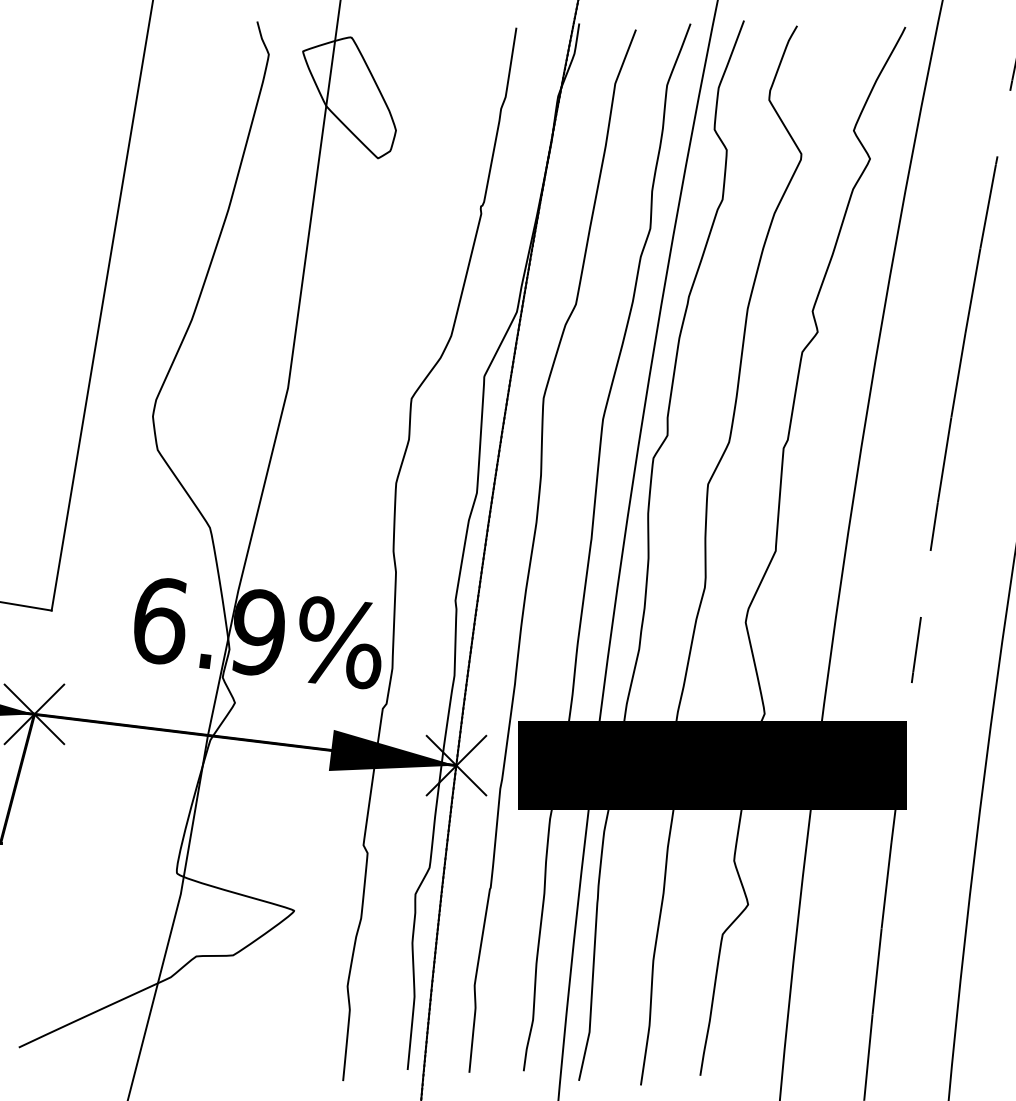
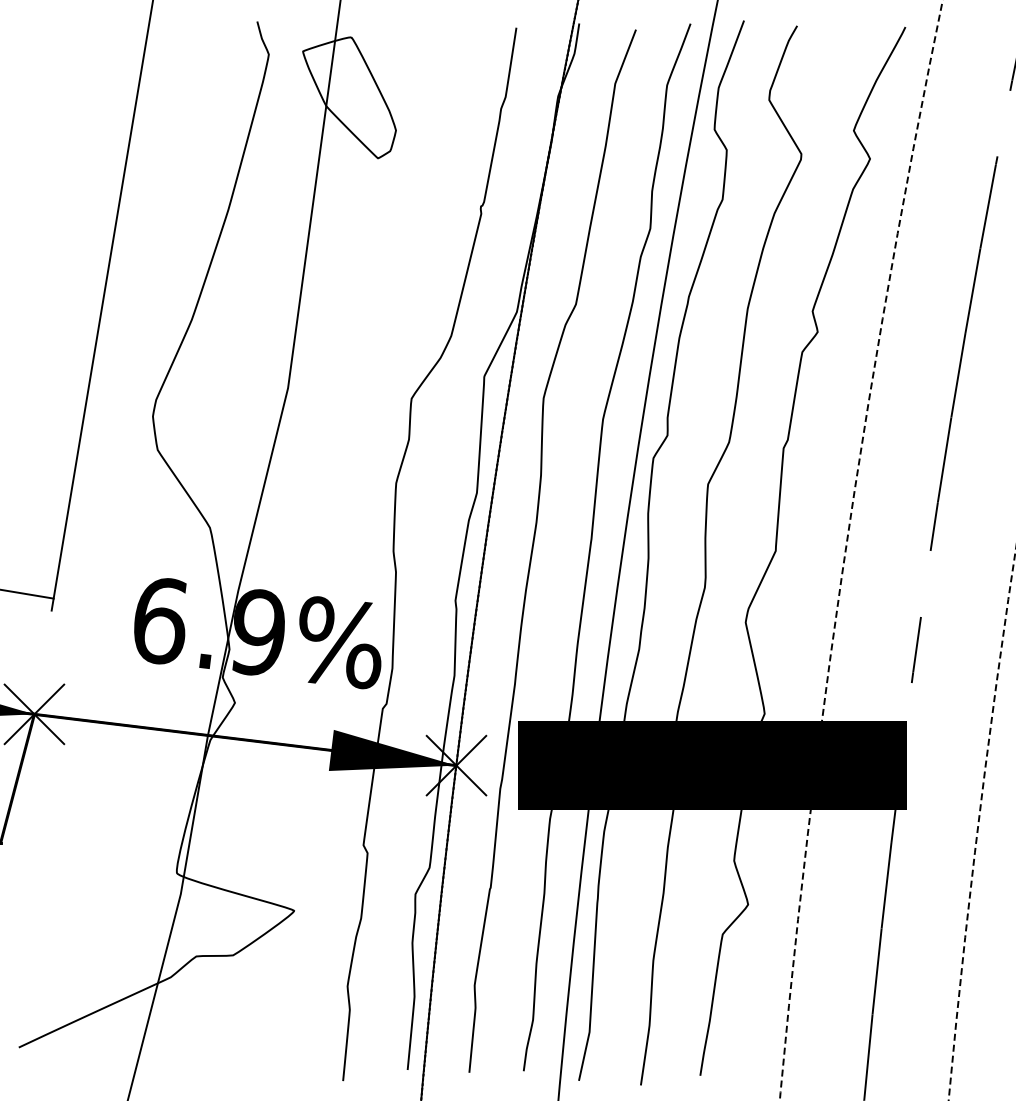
arc at (846, 547): solid -> dashed
line at (26, 606) position: (26, 606) -> (27, 594)
arc at (978, 823): solid -> dashed
